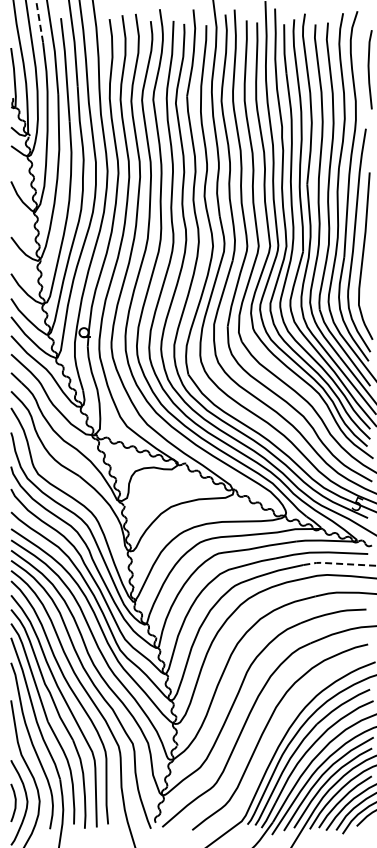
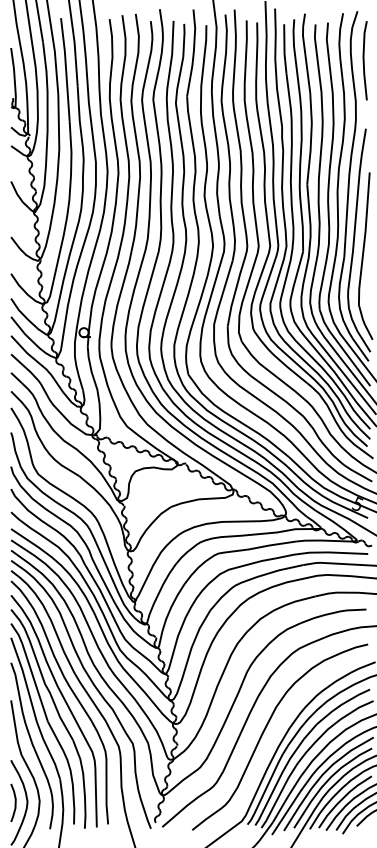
line at (39, 21): dashed -> solid
line at (369, 69) position: (369, 69) -> (364, 60)
line at (338, 563): dashed -> solid
